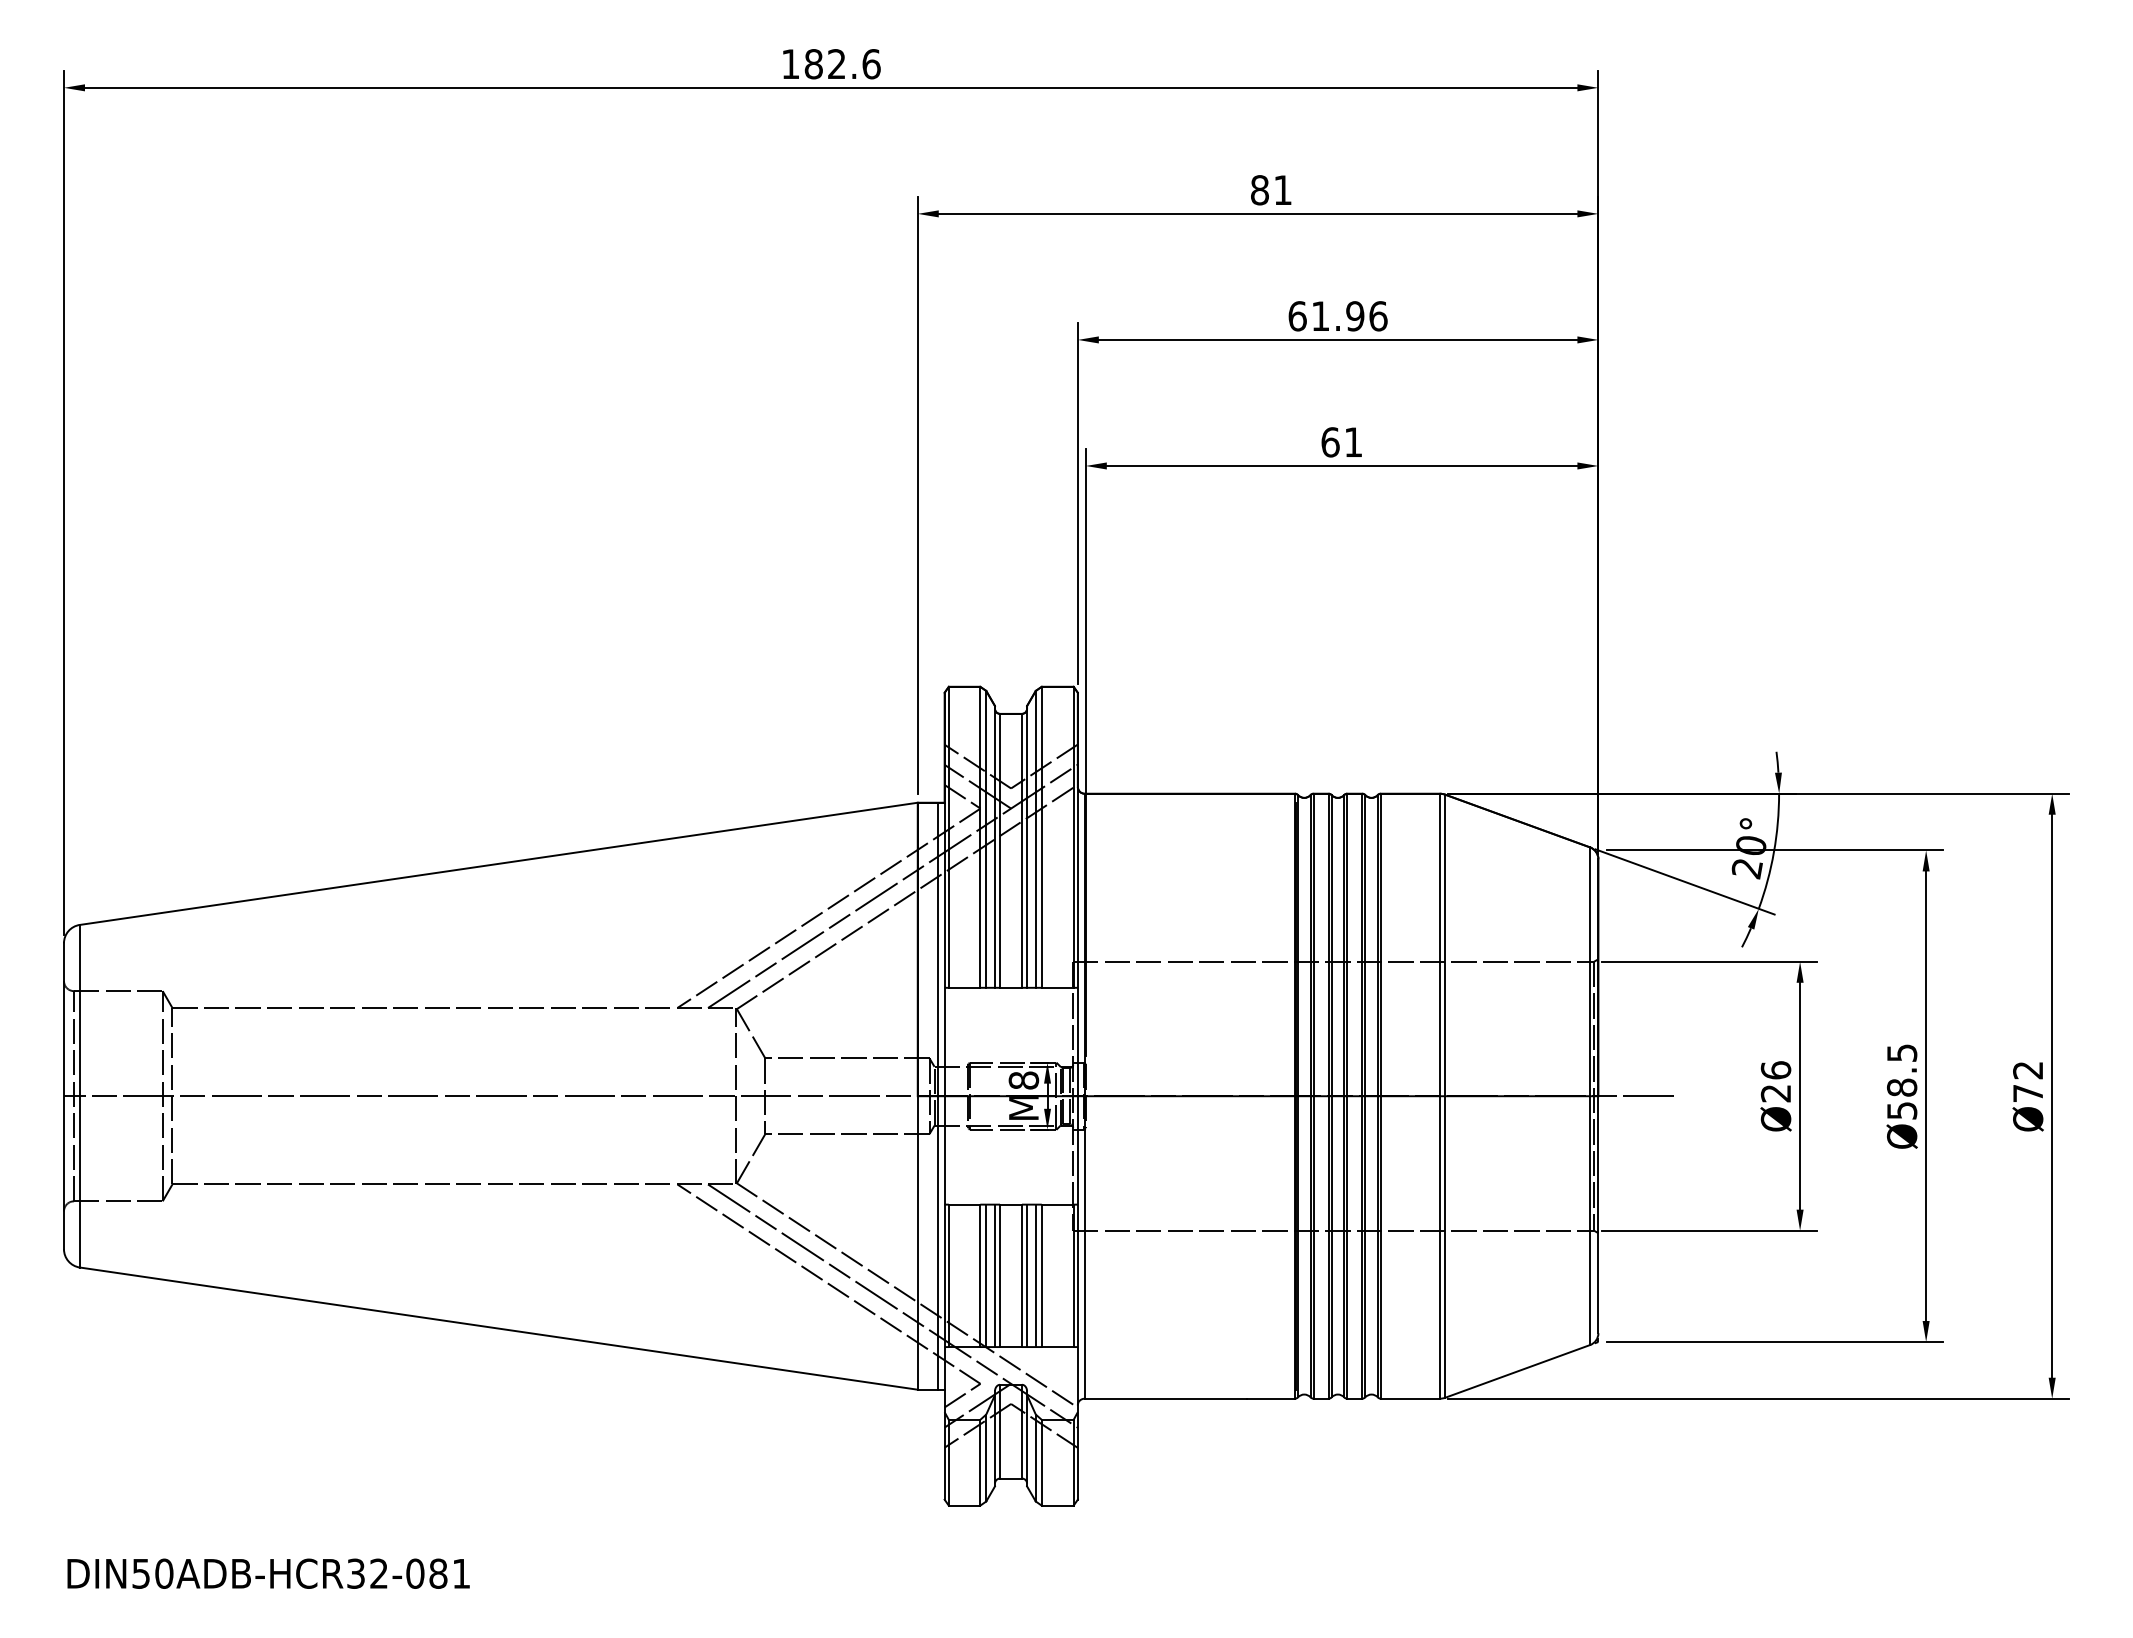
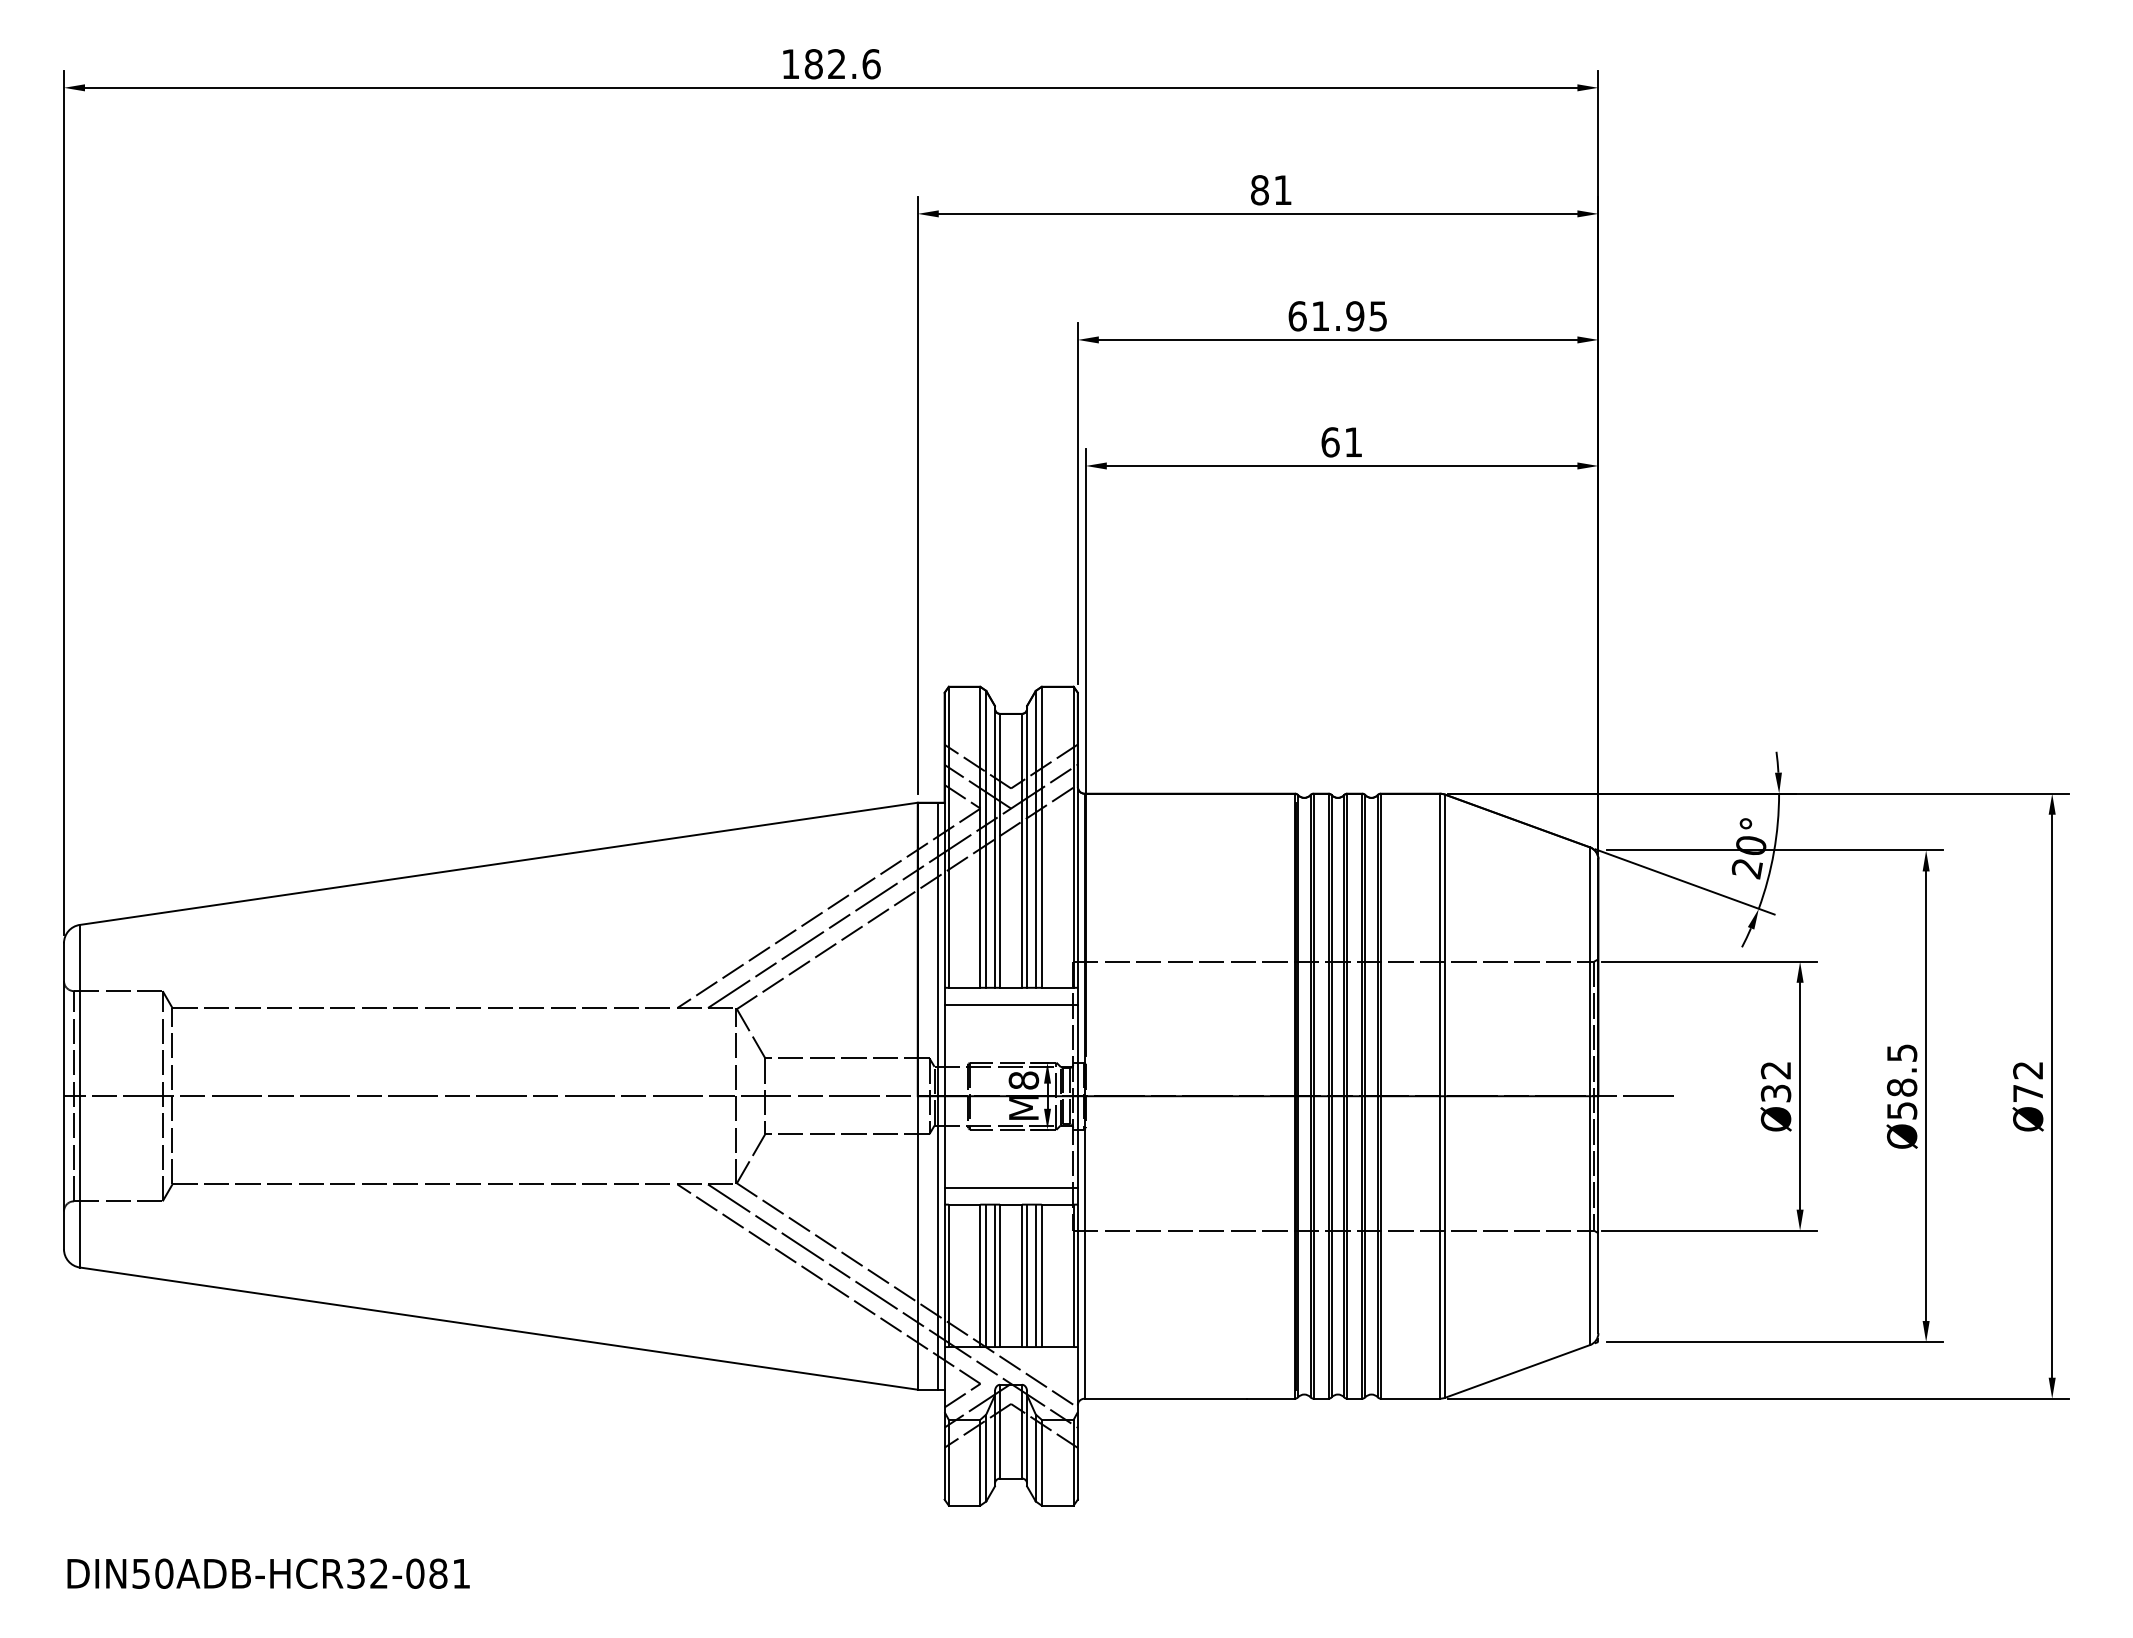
text at (1378, 316): 61.96 -> 61.95
line at (1010, 1004): none -> present
text at (1775, 1081): Ø26 -> Ø32
line at (1010, 1187): none -> present
